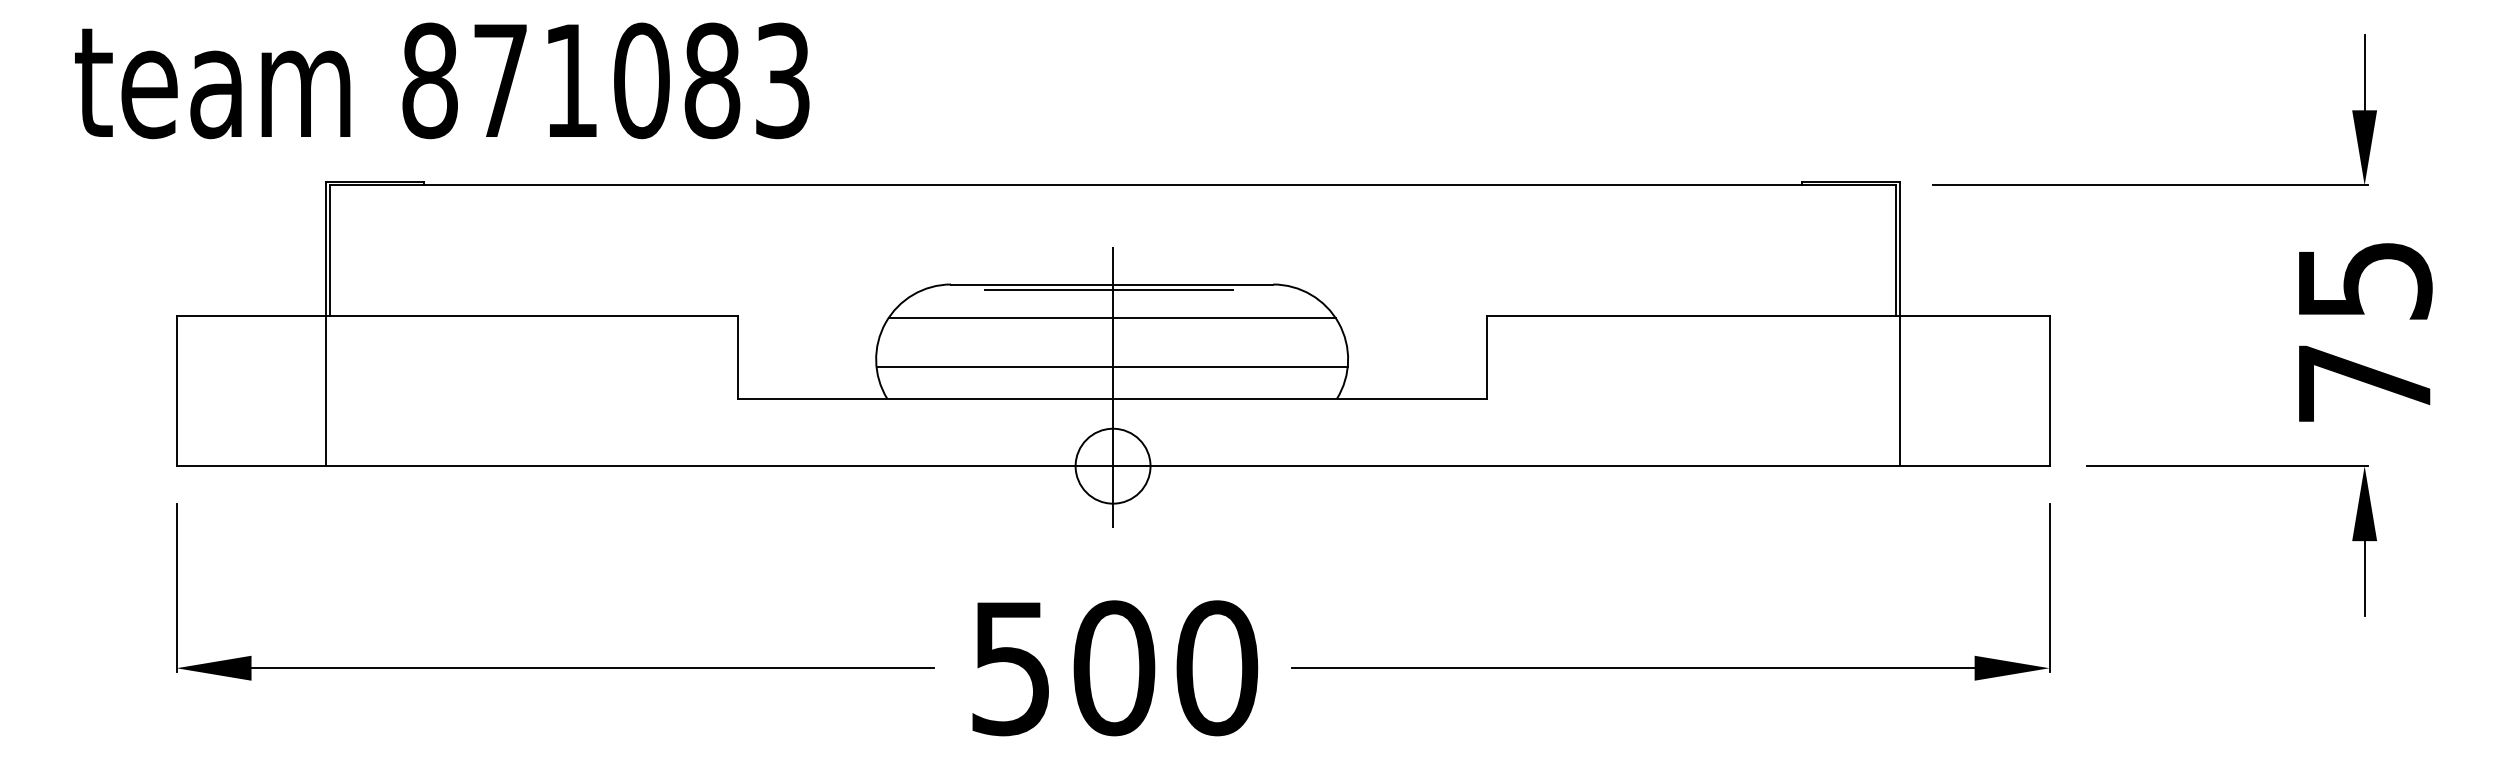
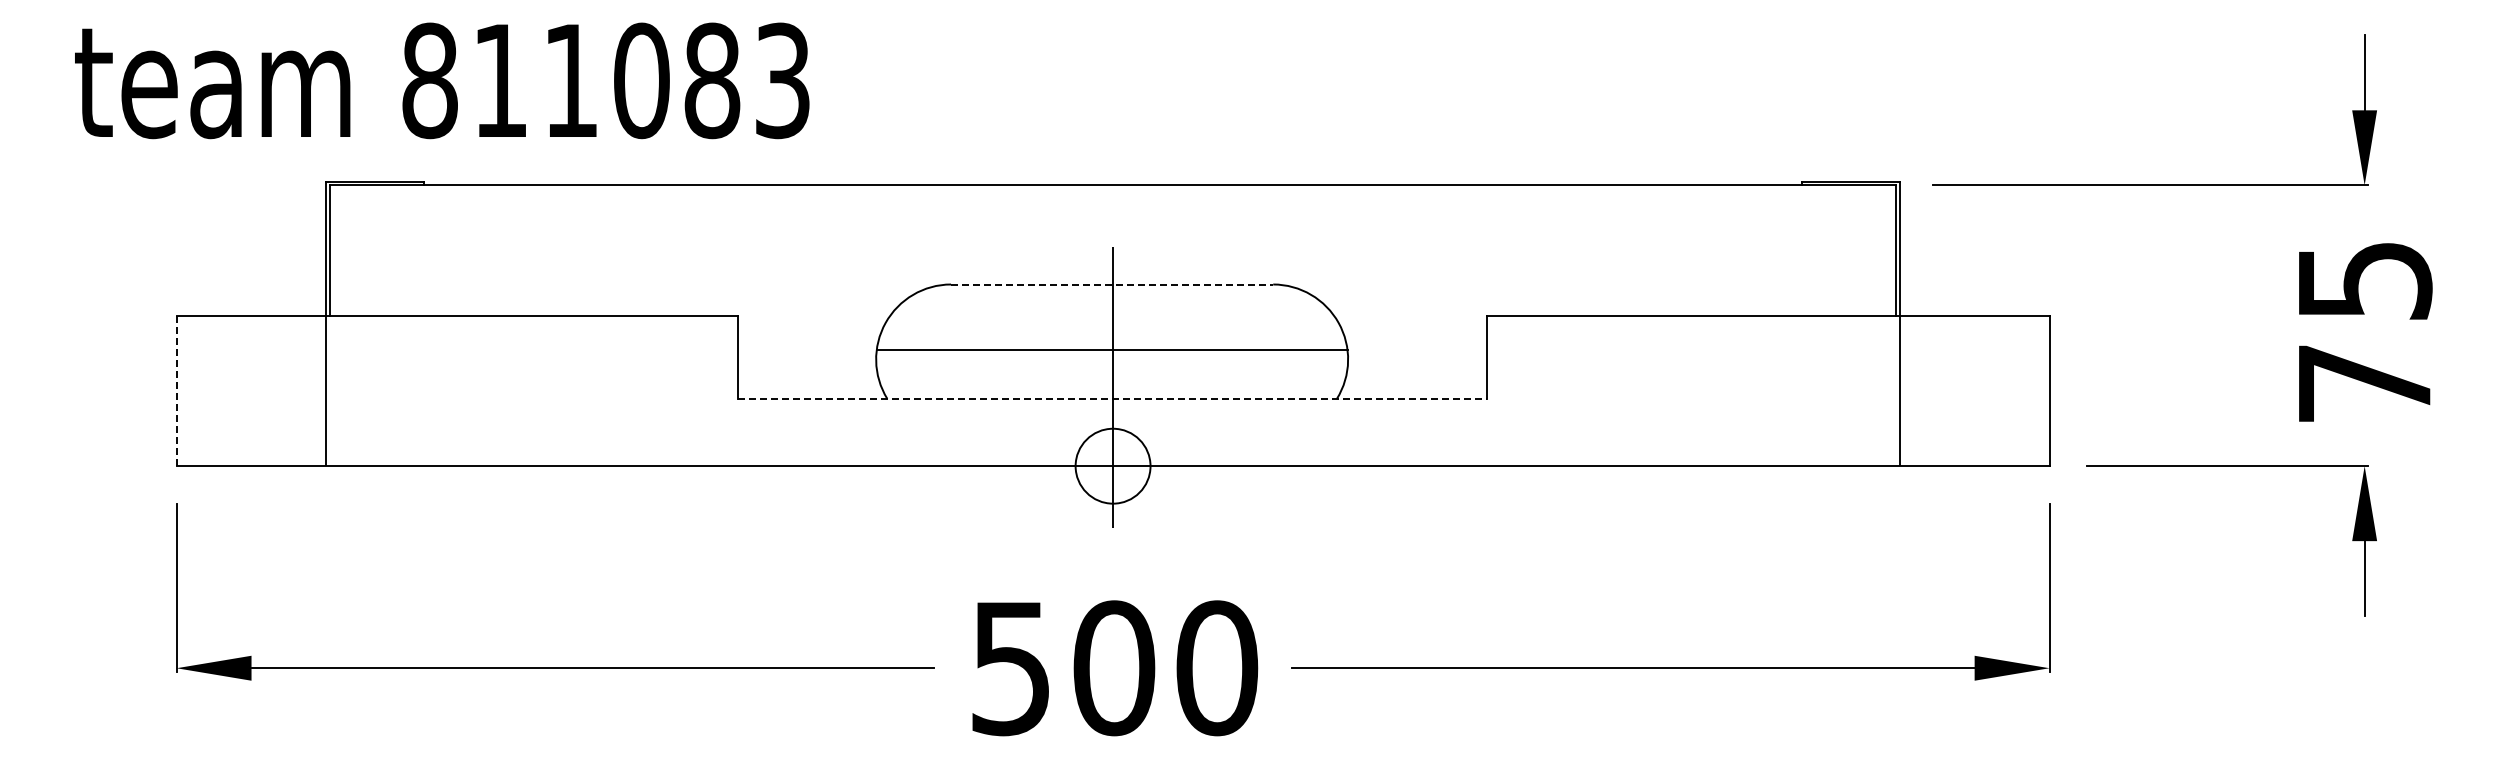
text at (500, 80): 871083 -> 811083
line at (1112, 284): solid -> dashed
line at (1108, 290): present -> none
line at (1111, 318): present -> none
line at (1111, 366) position: (1111, 366) -> (1111, 349)
line at (176, 391): solid -> dashed
line at (1112, 398): solid -> dashed
